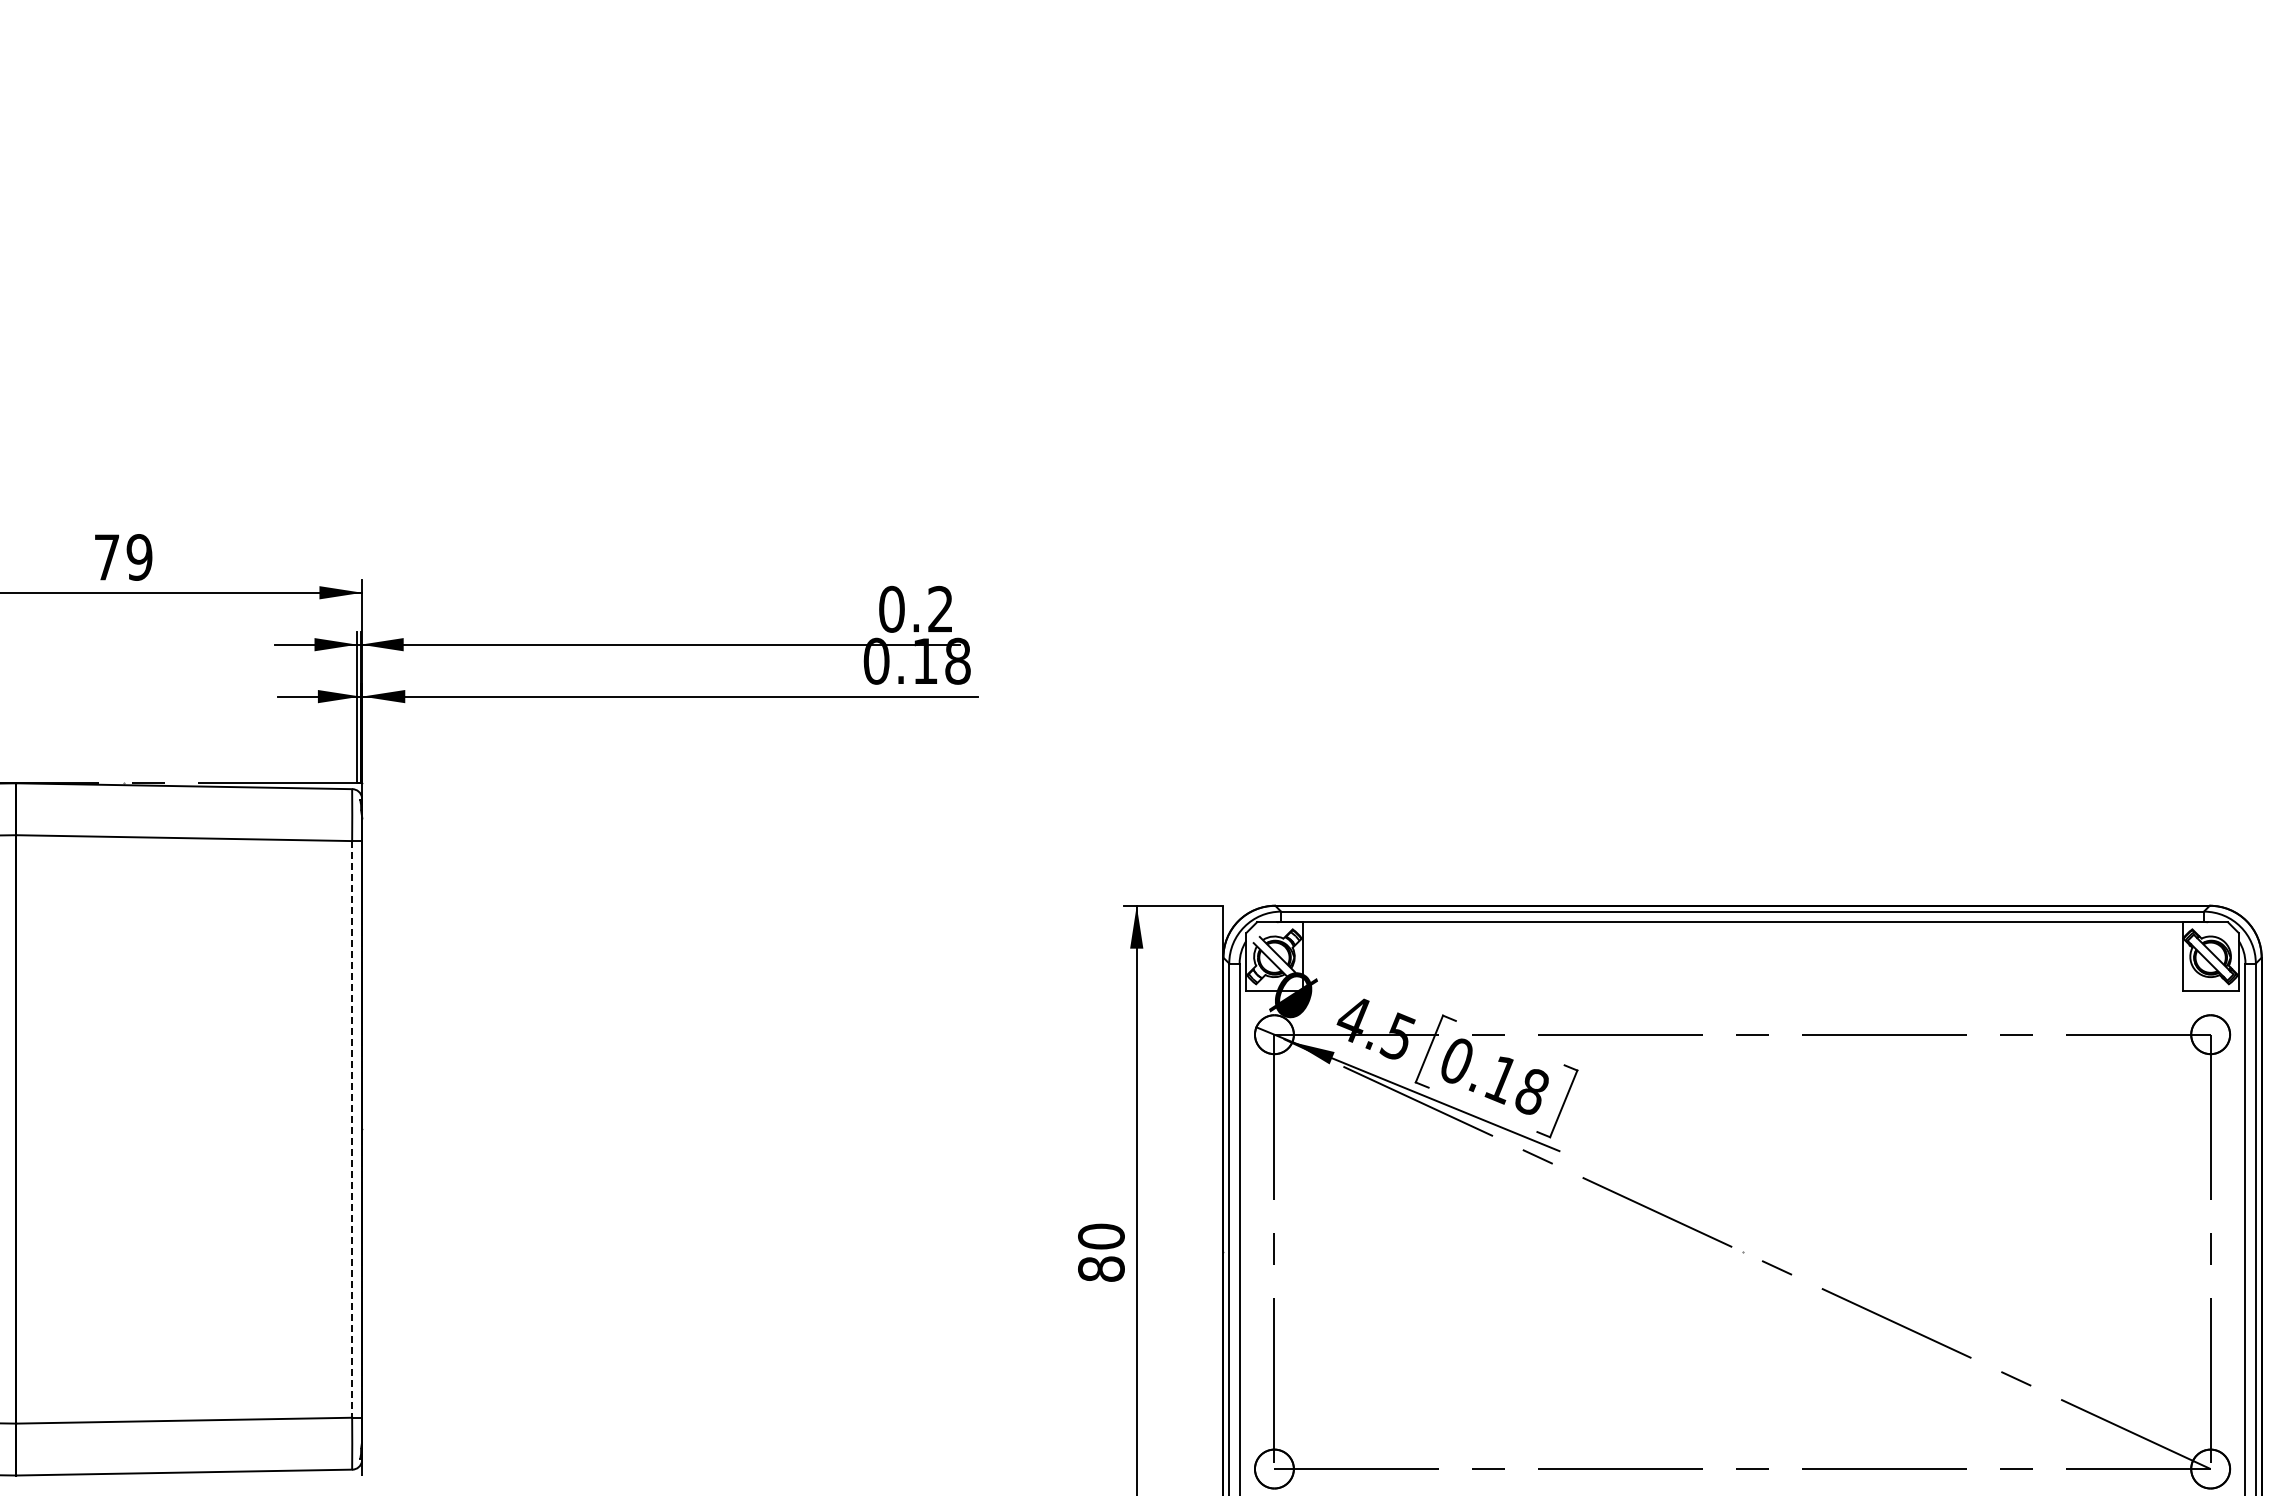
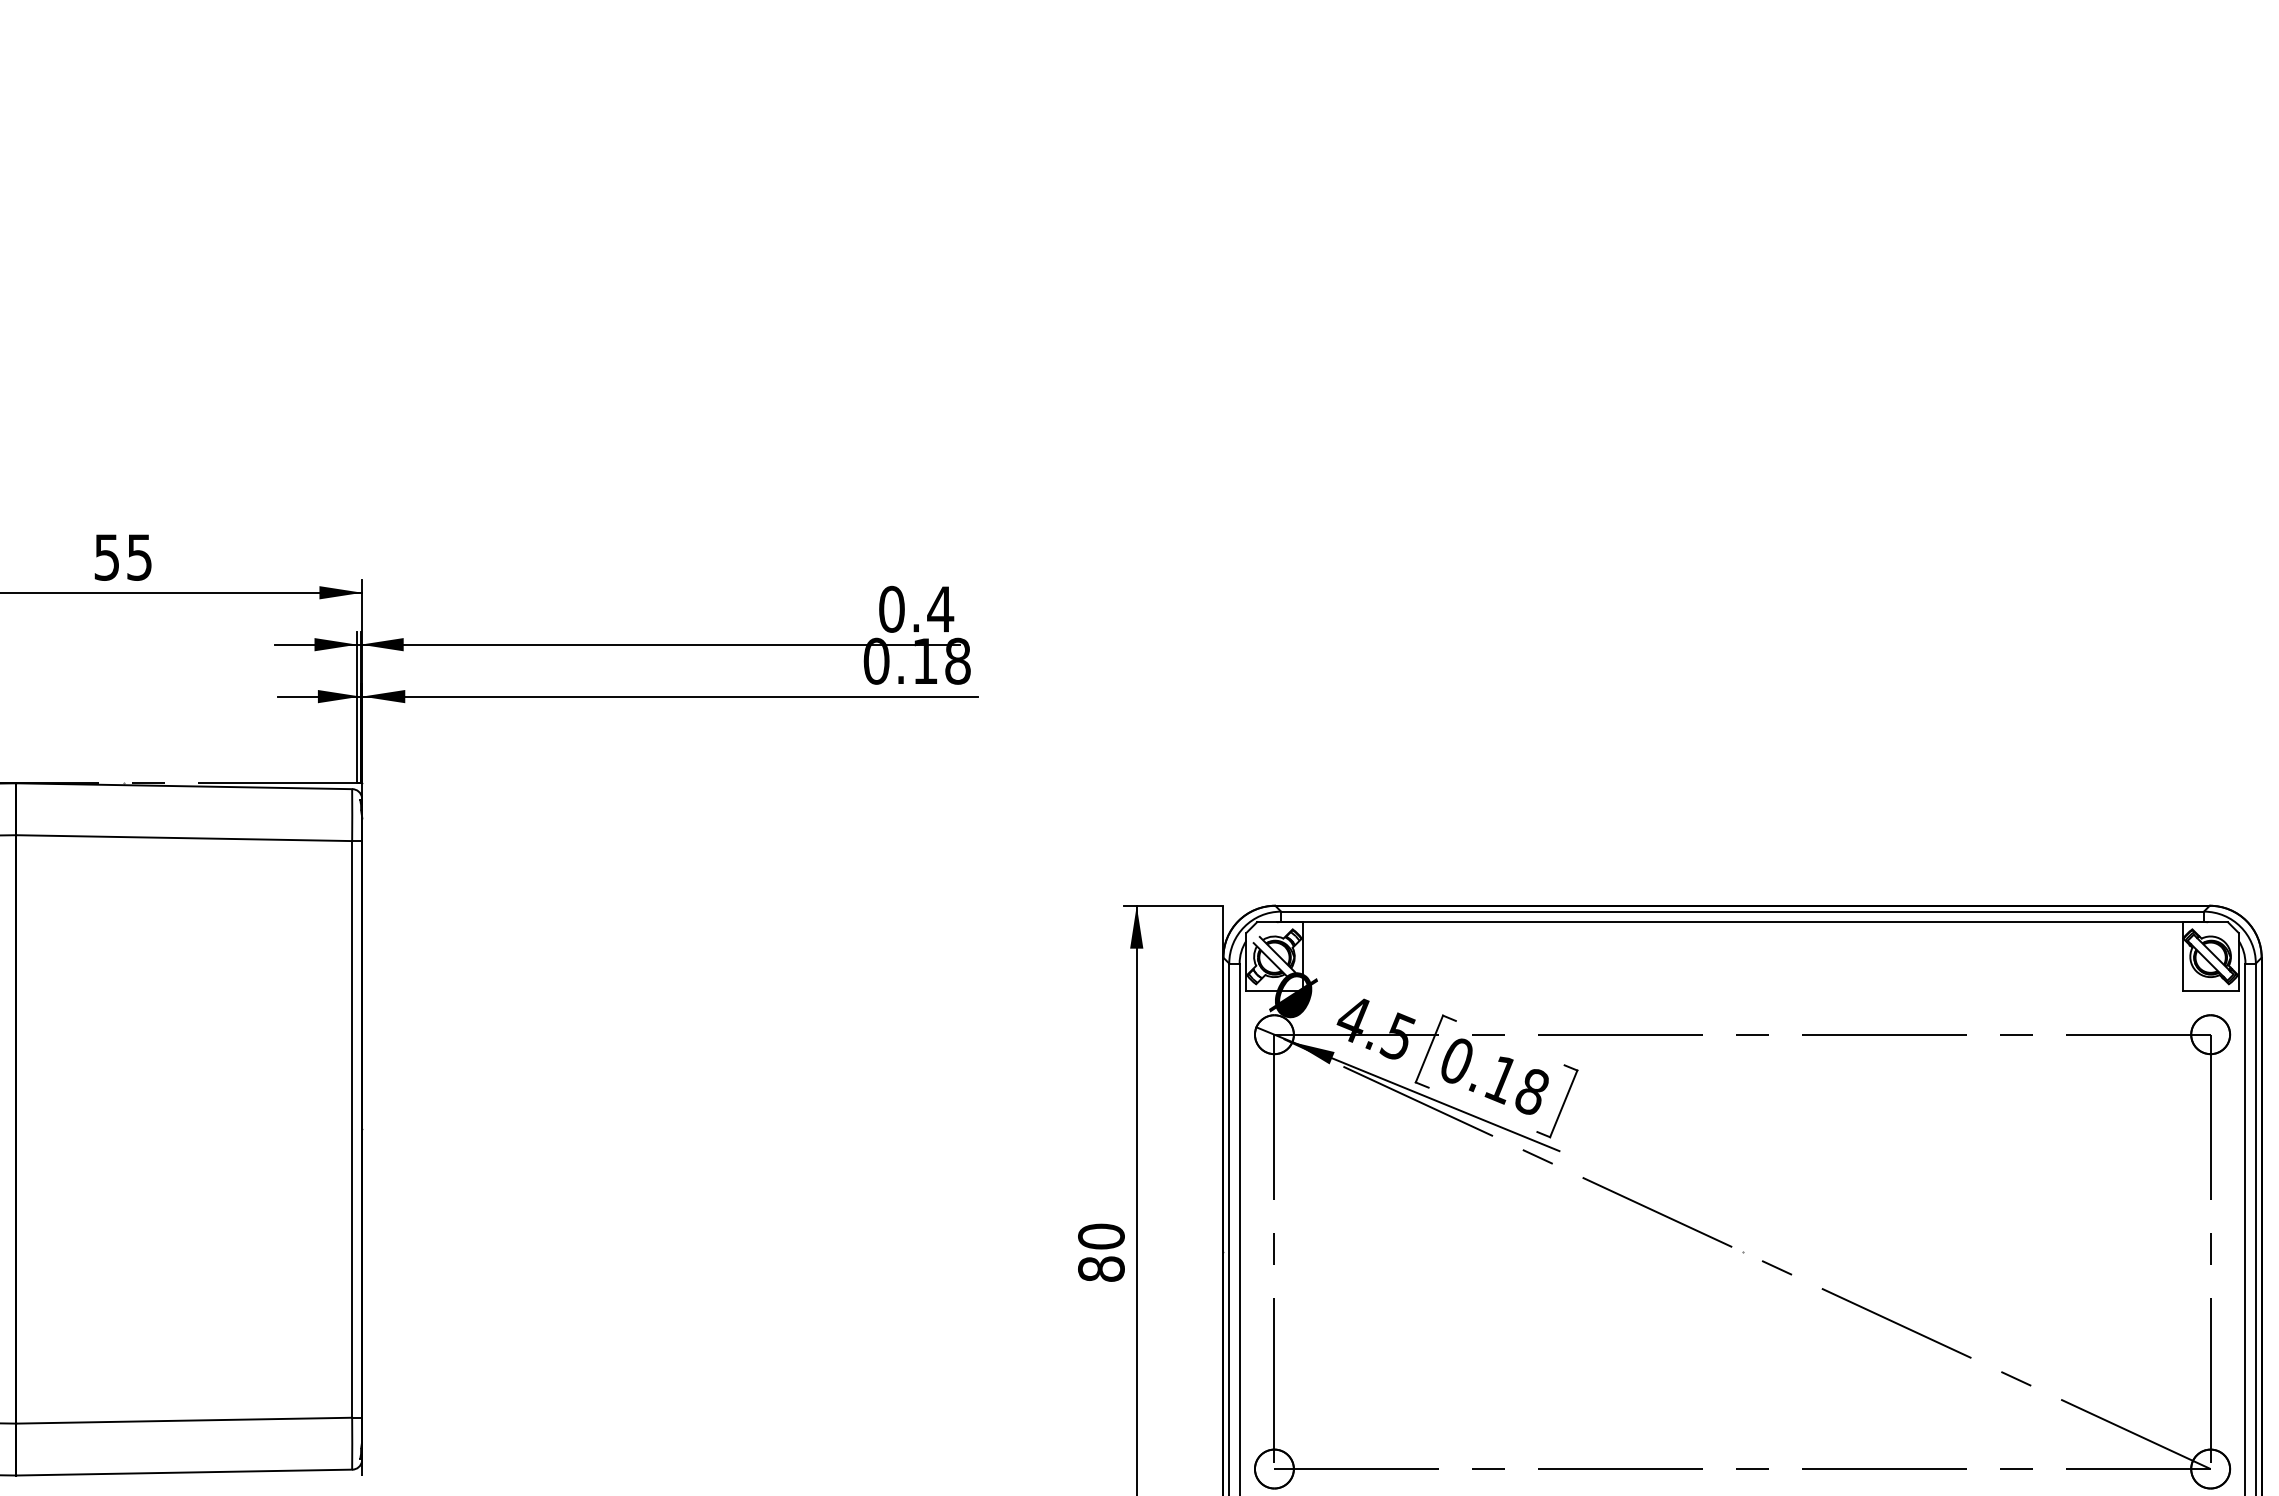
text at (123, 557): 79 -> 55
text at (940, 608): 0.2 -> 0.4
line at (352, 1129): dashed -> solid
